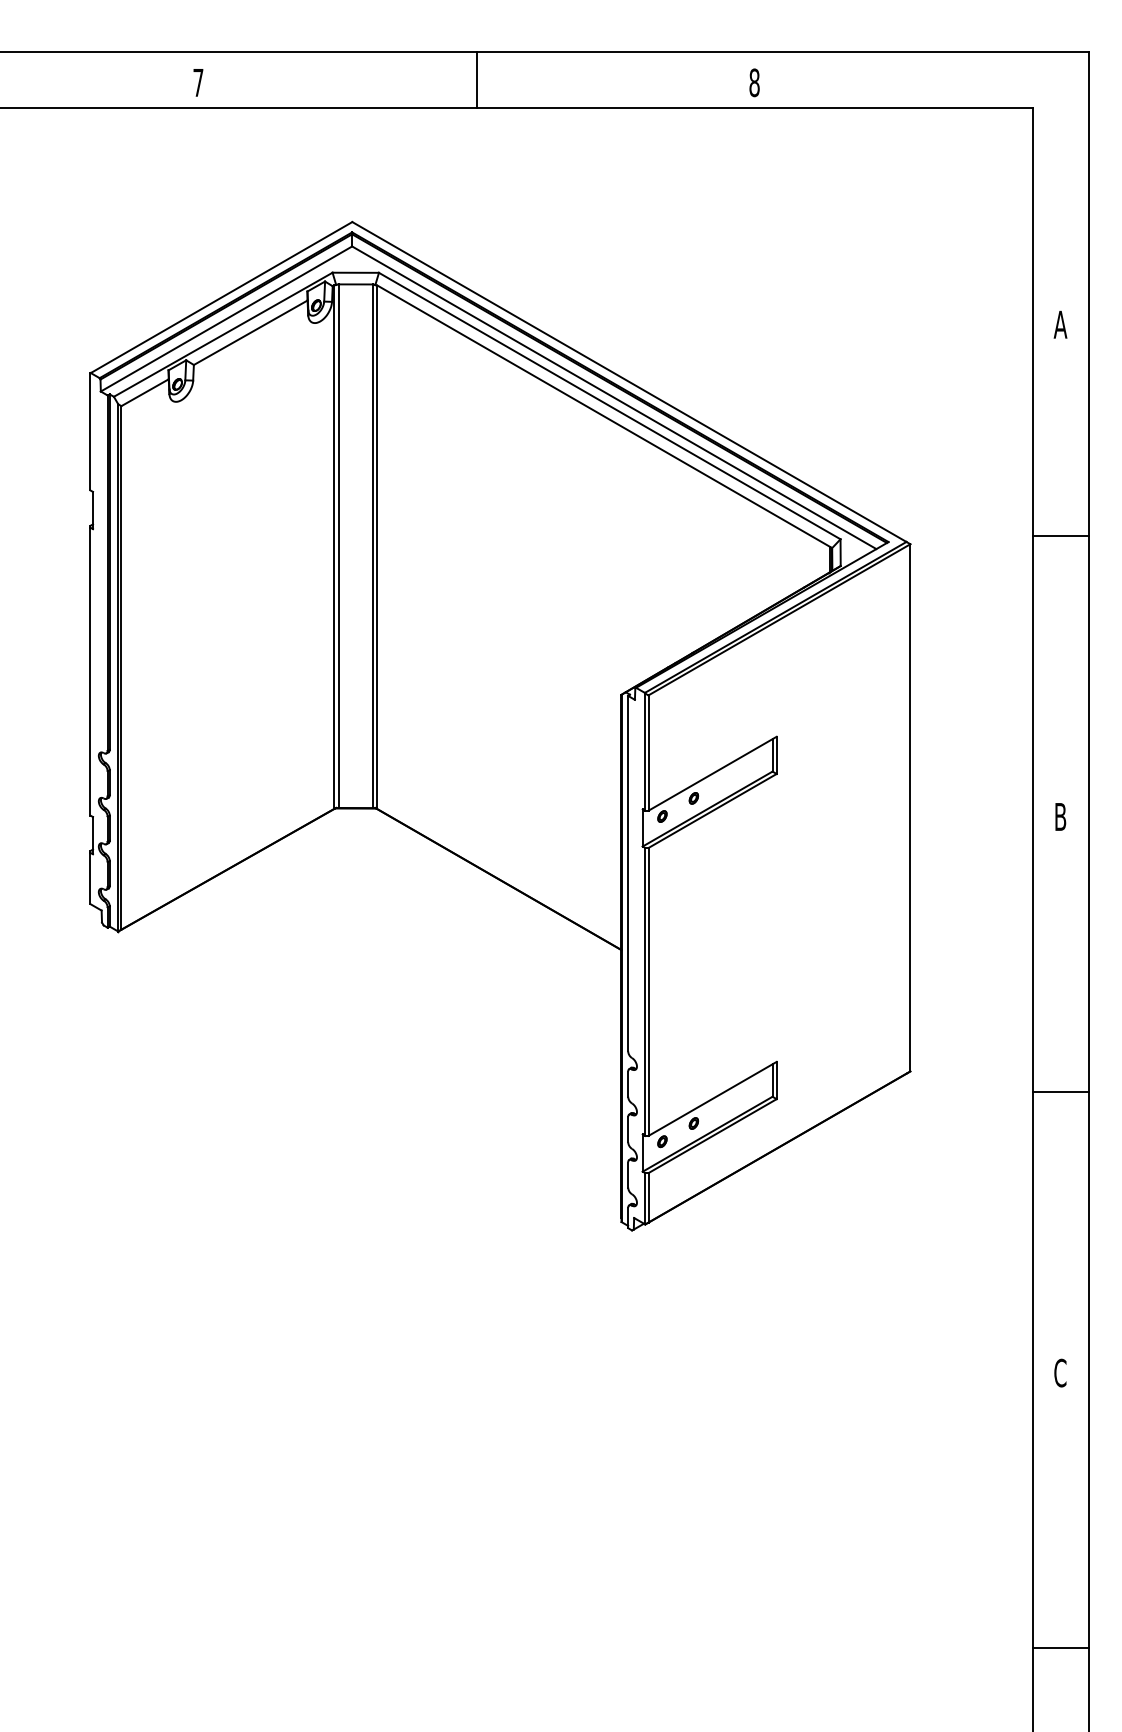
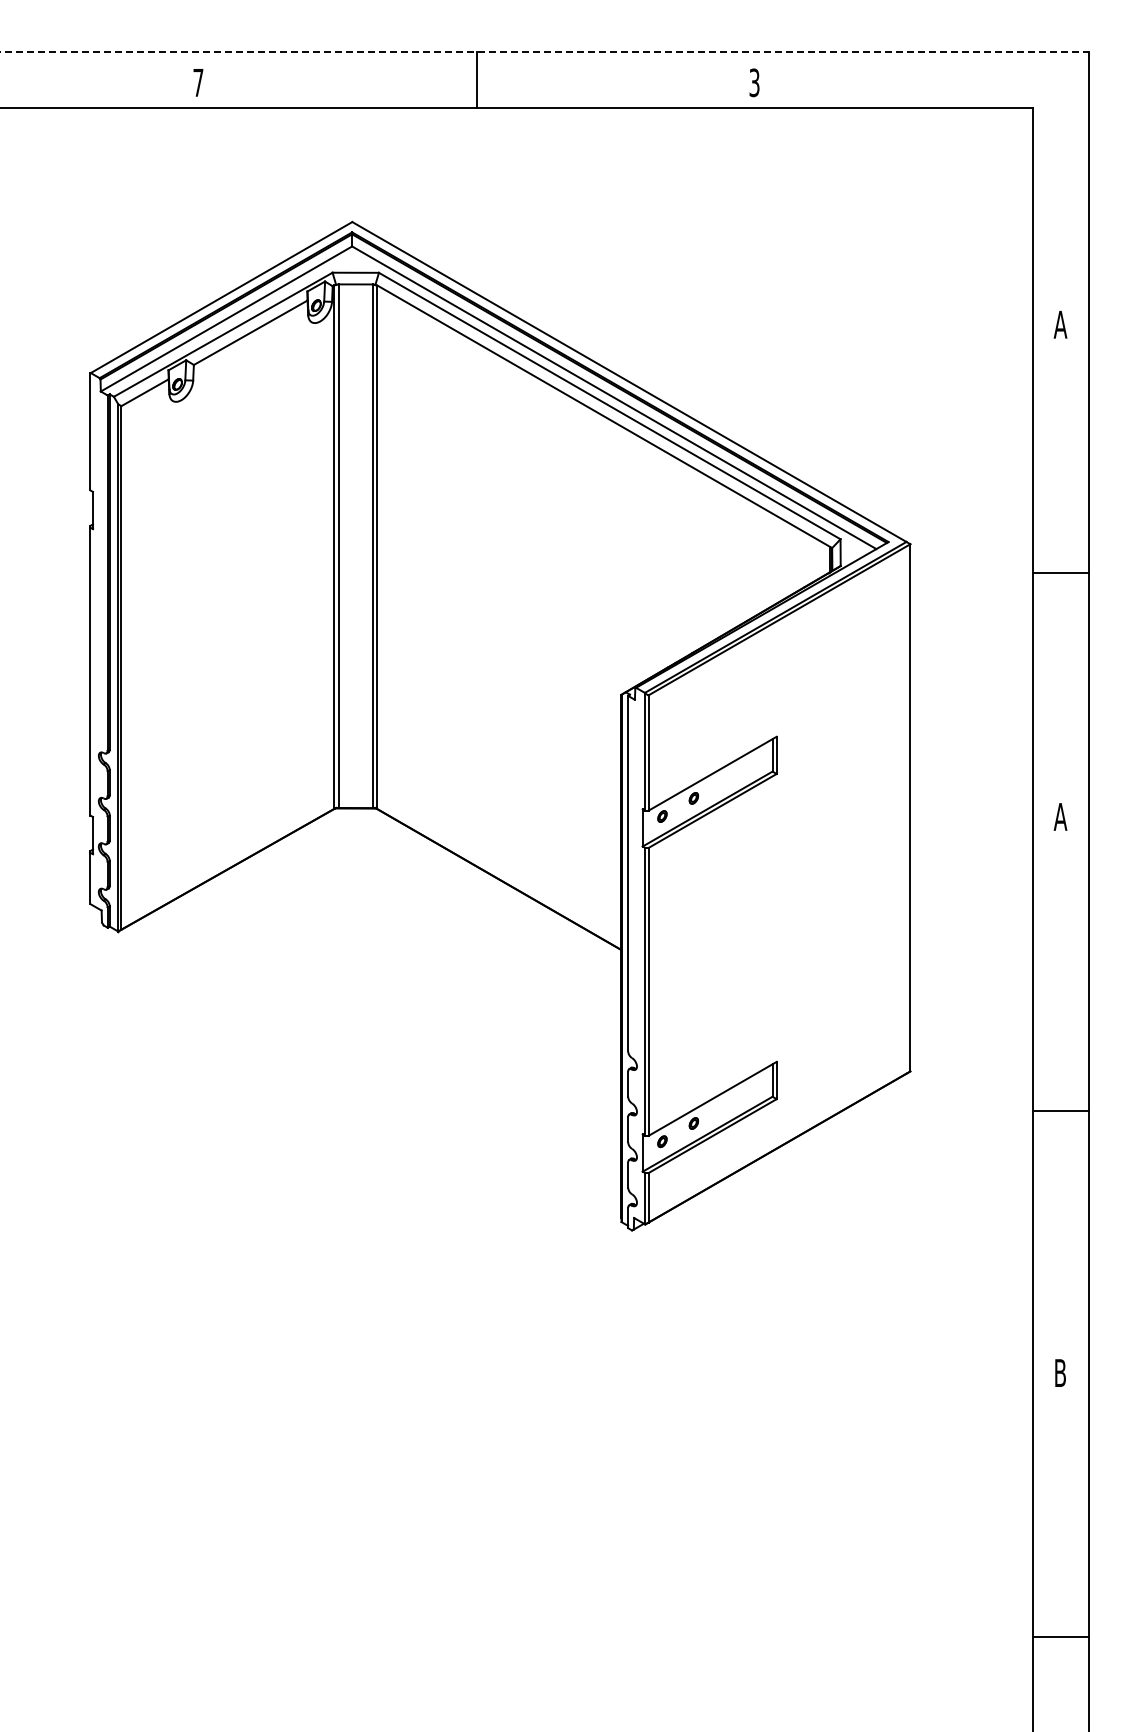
line at (544, 51): solid -> dashed
text at (754, 82): 8 -> 3
line at (1060, 535) position: (1060, 535) -> (1060, 572)
text at (1060, 816): B -> A
line at (1060, 1091) position: (1060, 1091) -> (1060, 1110)
text at (1060, 1372): C -> B
line at (1060, 1648) position: (1060, 1648) -> (1060, 1637)
